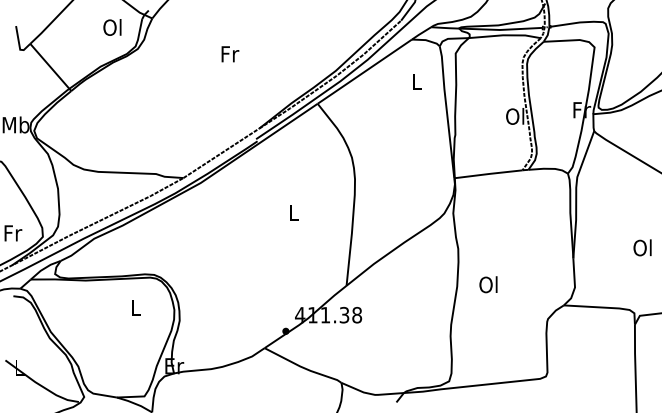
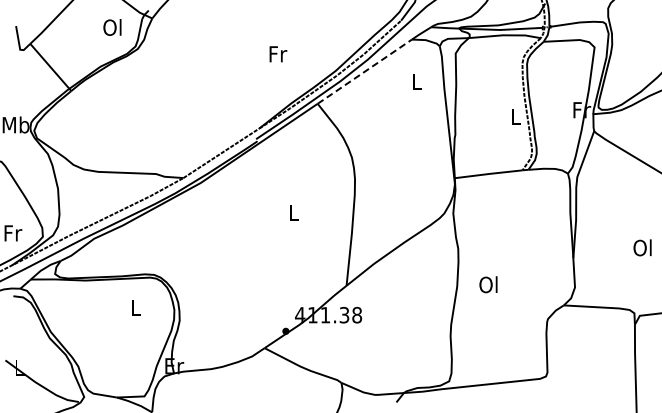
text at (230, 54) position: (230, 54) -> (278, 54)
line at (364, 72): solid -> dashed
text at (515, 116): Ol -> L
